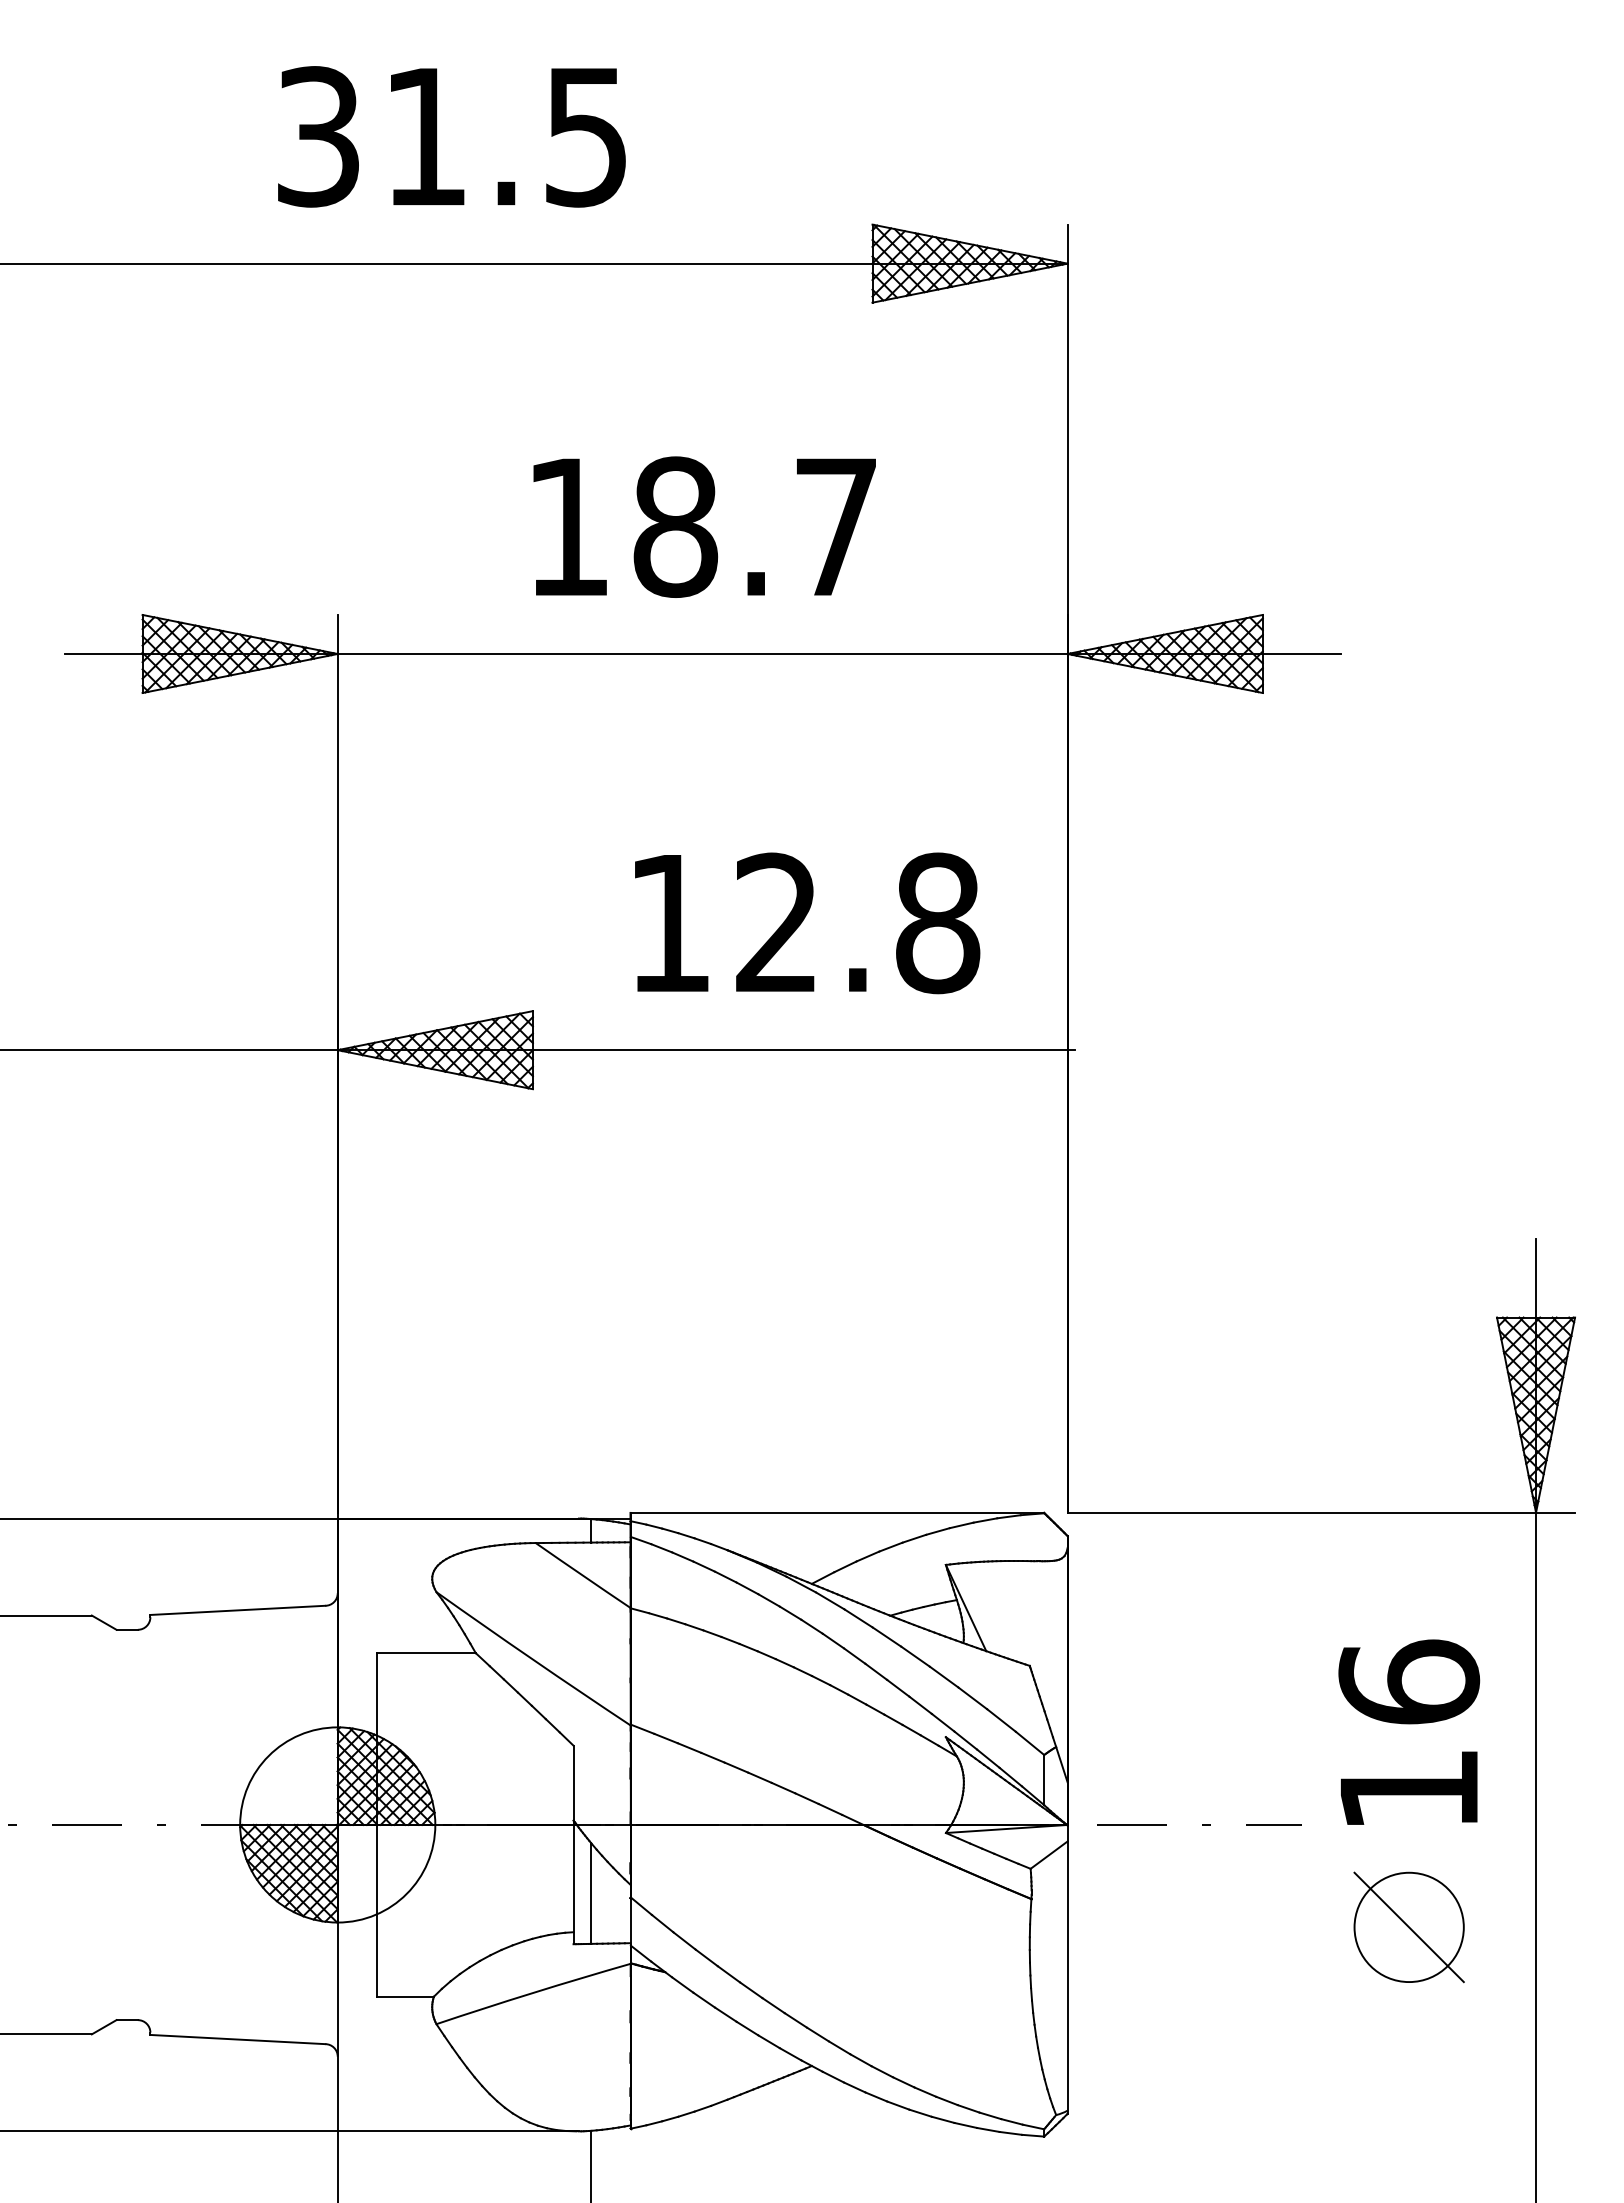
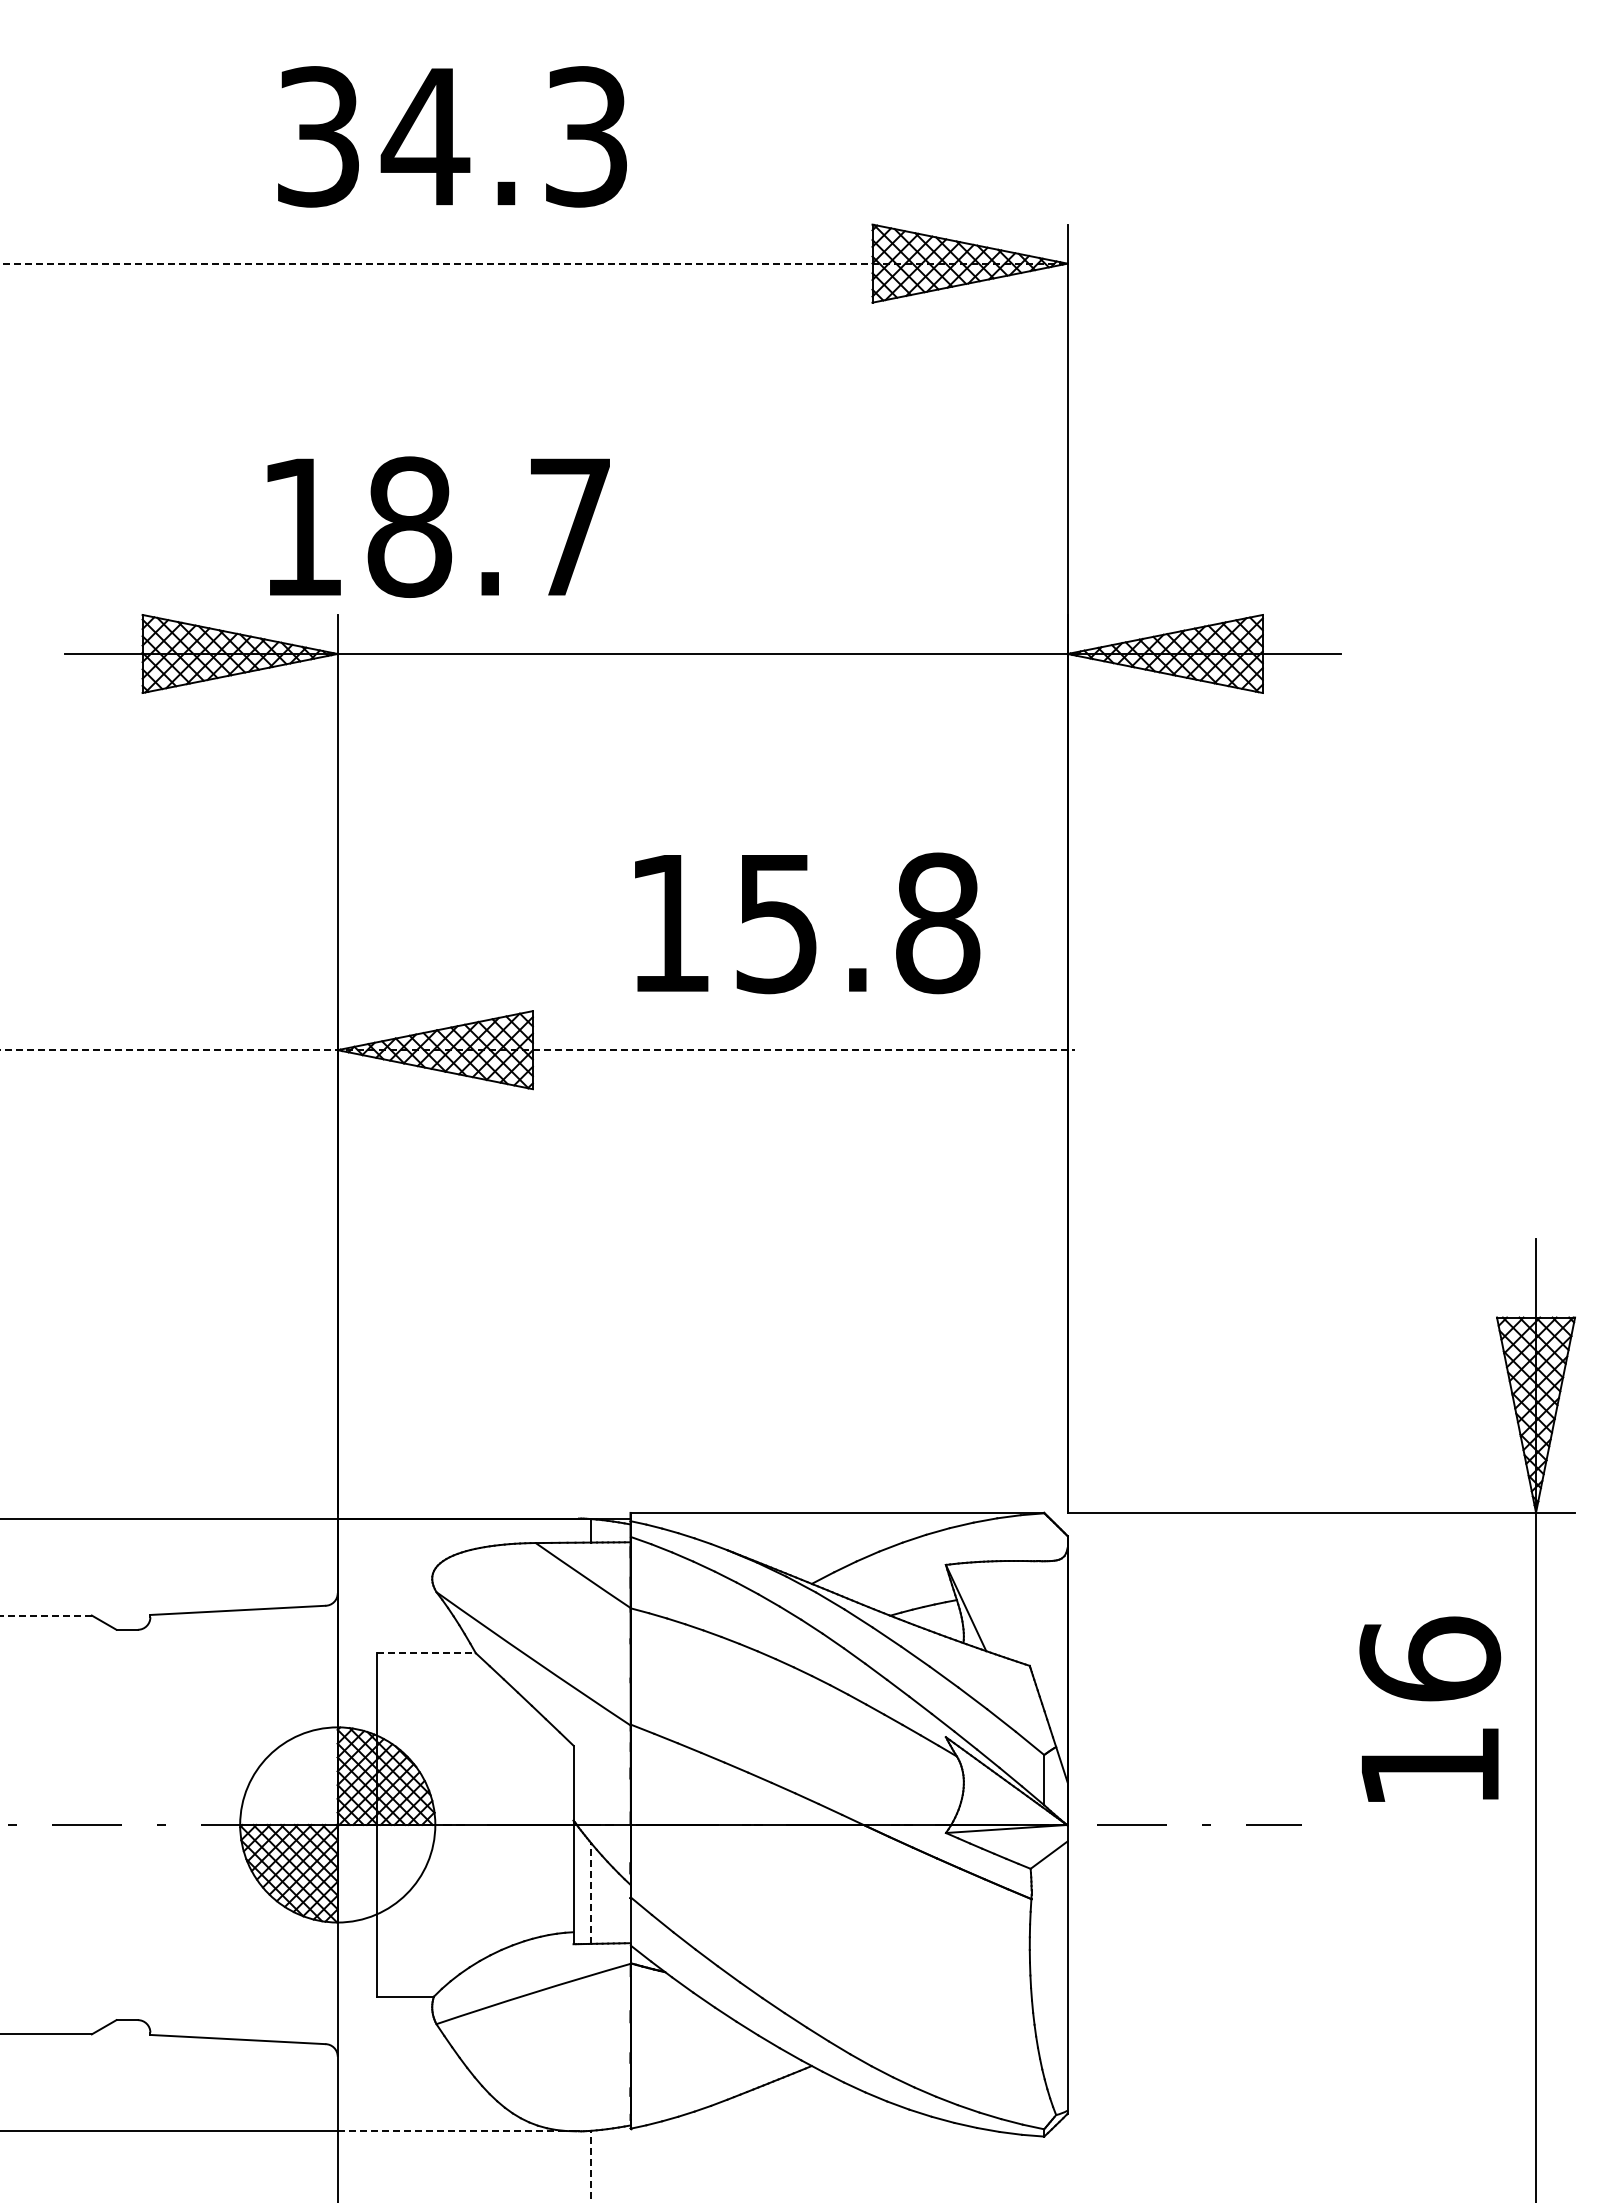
text at (503, 136): 31.5 -> 34.3
line at (533, 263): solid -> dashed
text at (704, 526) position: (704, 526) -> (438, 526)
text at (776, 923): 12.8 -> 15.8
line at (538, 1050): solid -> dashed
line at (45, 1615): solid -> dashed
line at (426, 1653): solid -> dashed
text at (1409, 1731) position: (1409, 1731) -> (1430, 1708)
line at (591, 1893): solid -> dashed
part at (1408, 1927): present -> none
line at (457, 2131): solid -> dashed
line at (591, 2166): solid -> dashed
